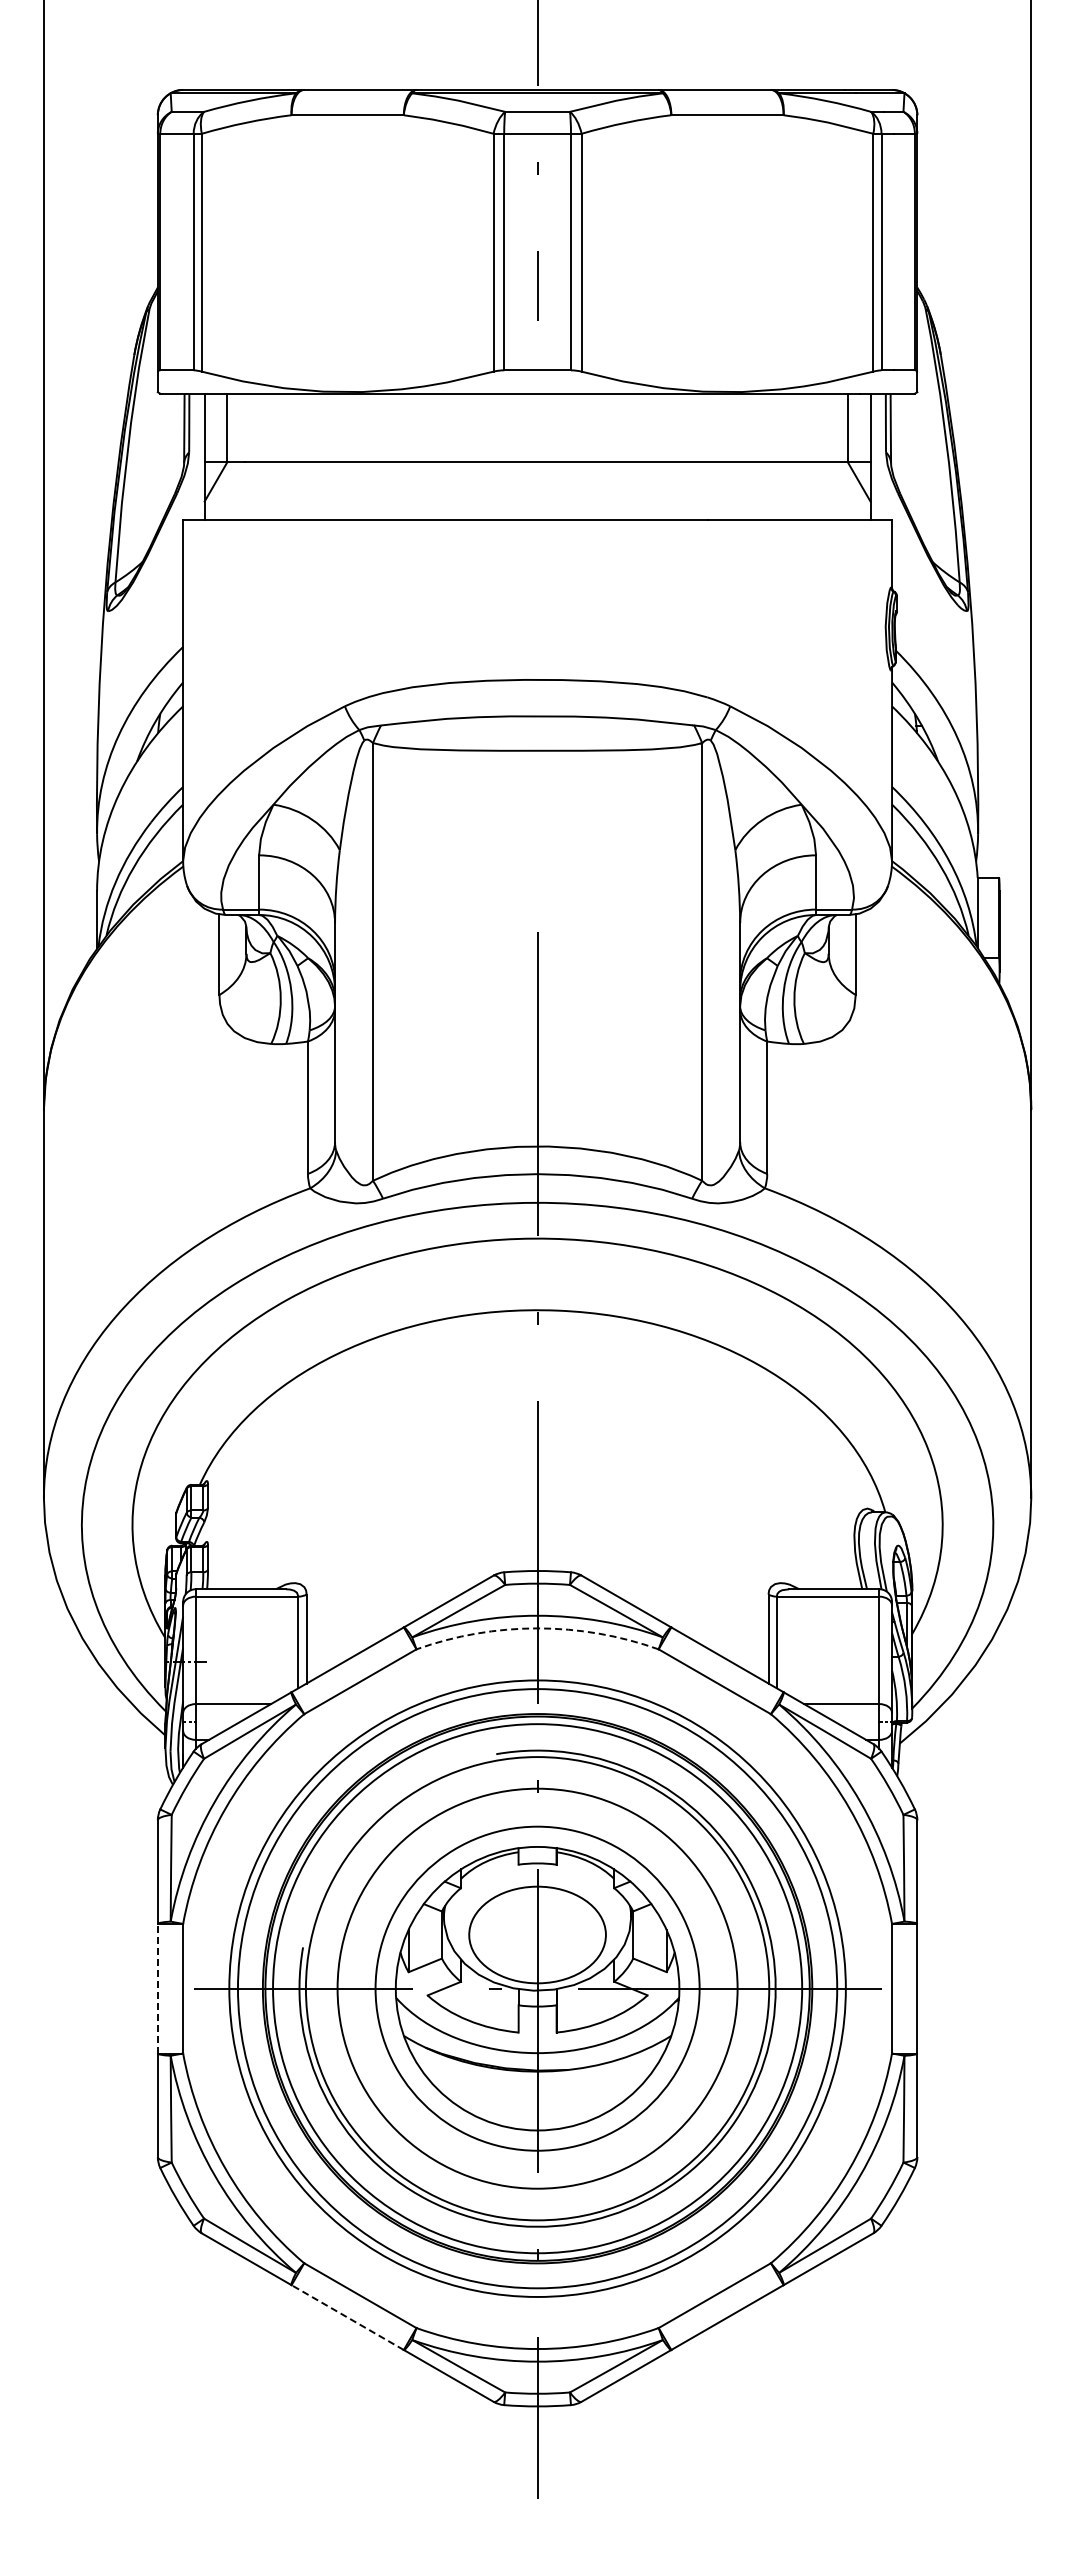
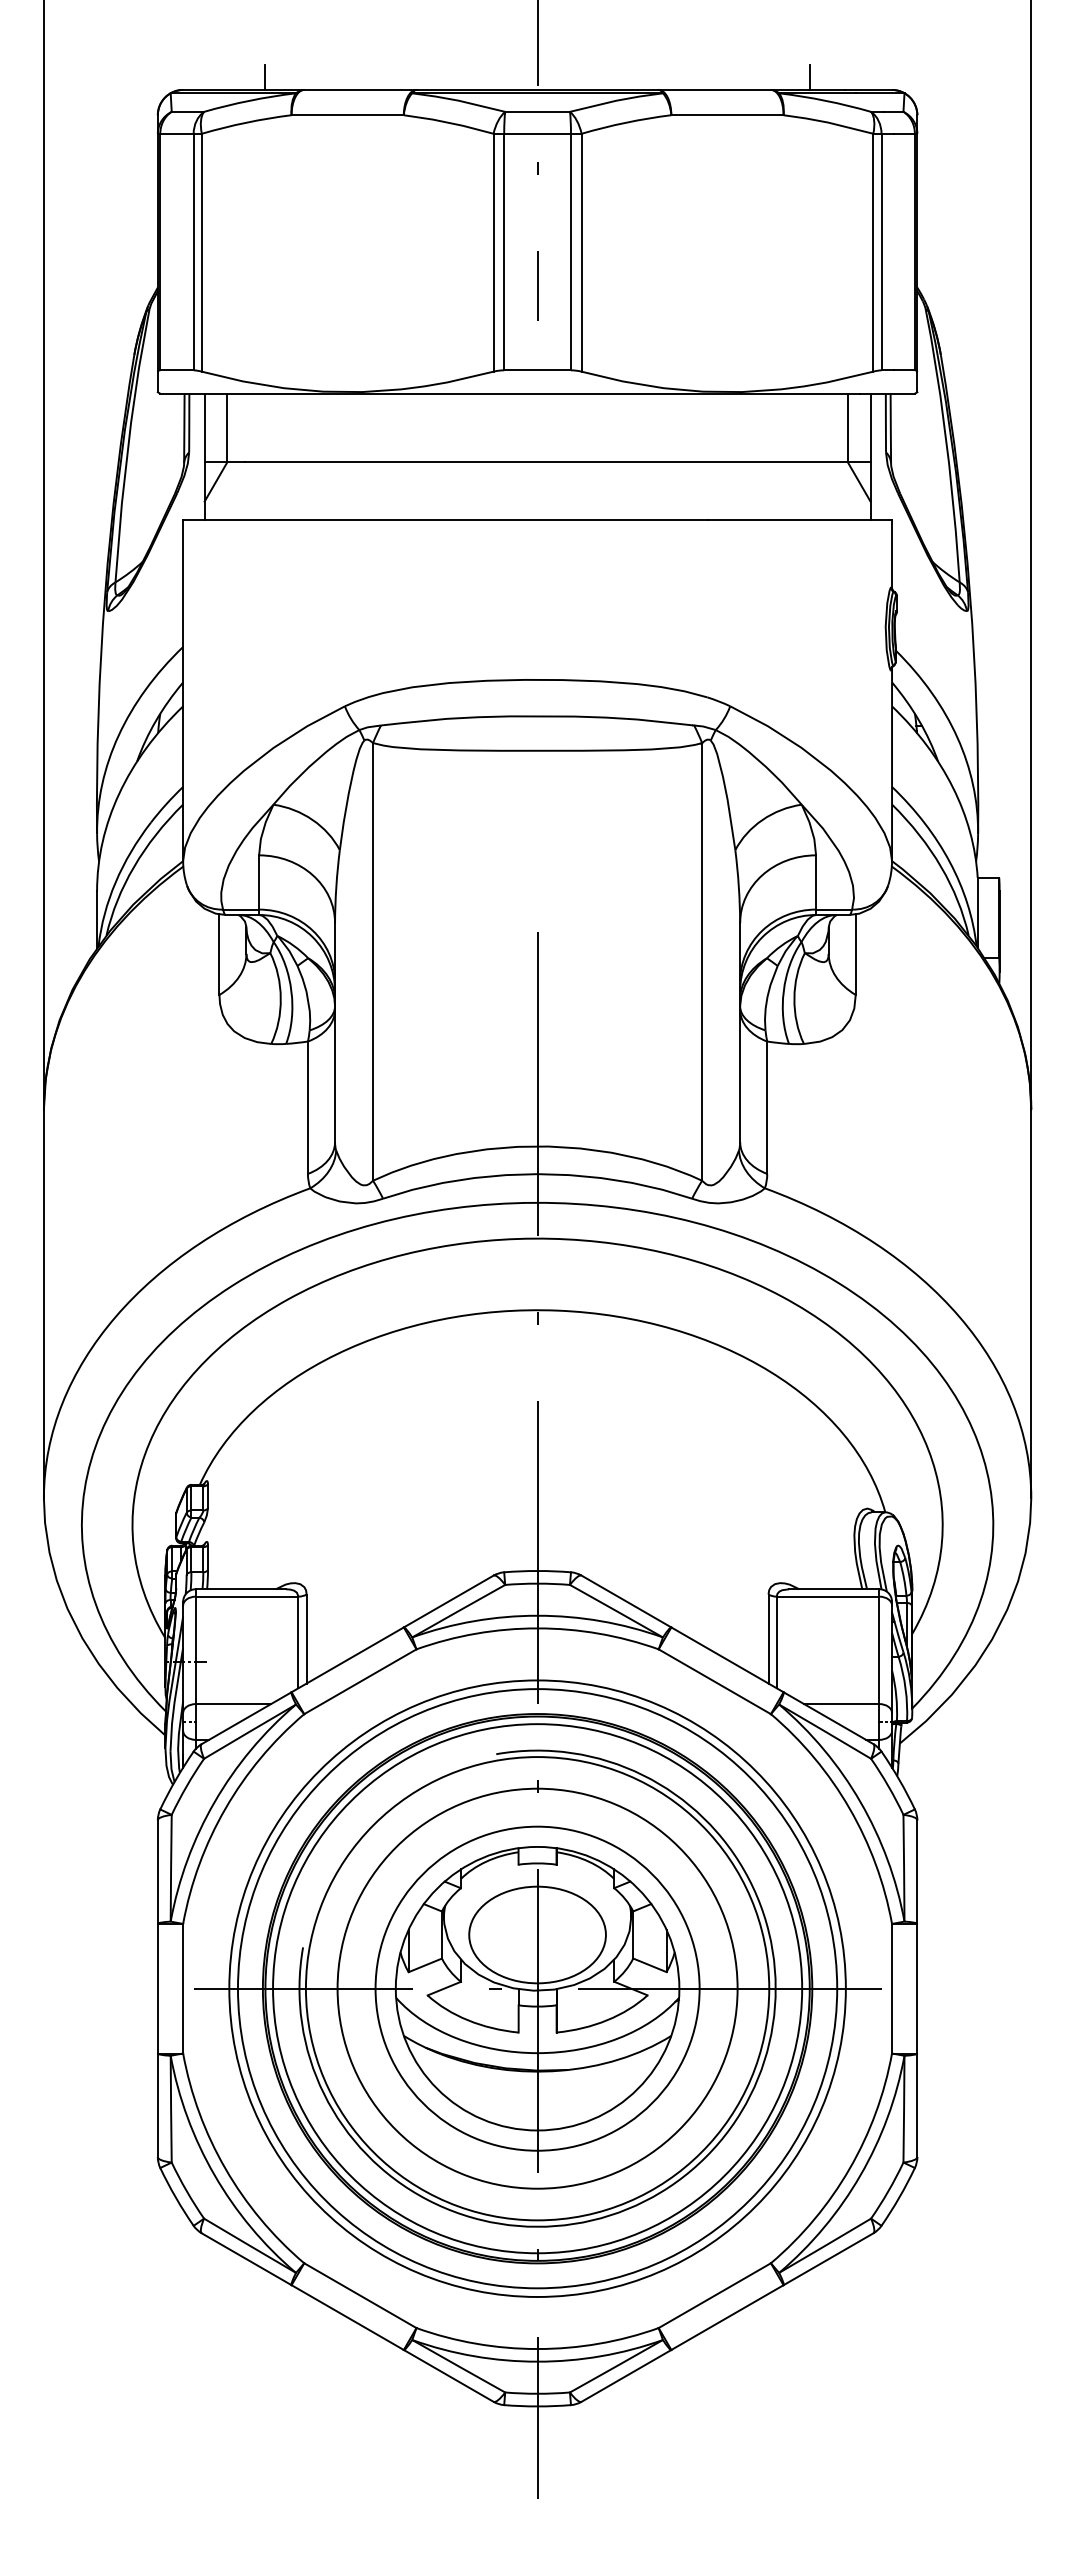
line at (265, 76): none -> present
line at (809, 76): none -> present
arc at (537, 1628): dashed -> solid
line at (157, 1988): dashed -> solid
line at (347, 2317): dashed -> solid
